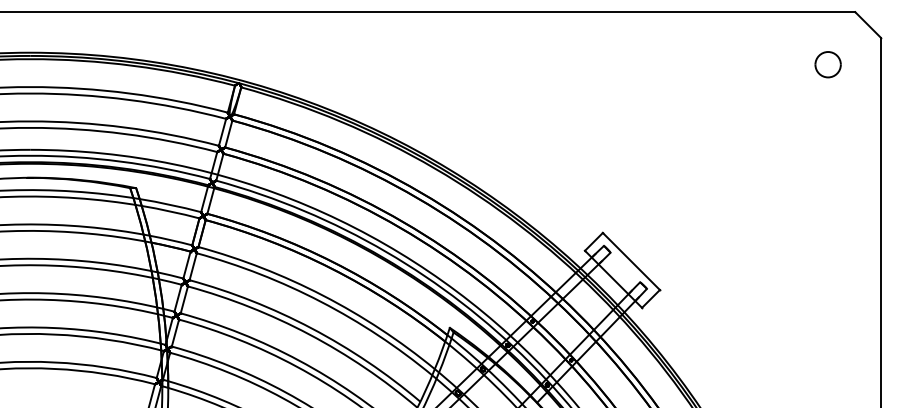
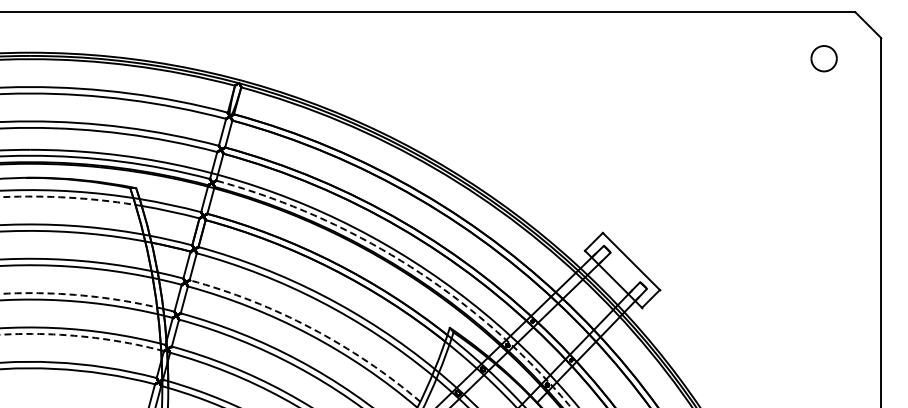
part at (827, 64) position: (827, 64) -> (823, 58)
arc at (70, 197): solid -> dashed
arc at (410, 266): solid -> dashed
arc at (81, 295): solid -> dashed
arc at (311, 328): solid -> dashed
arc at (83, 336): solid -> dashed
